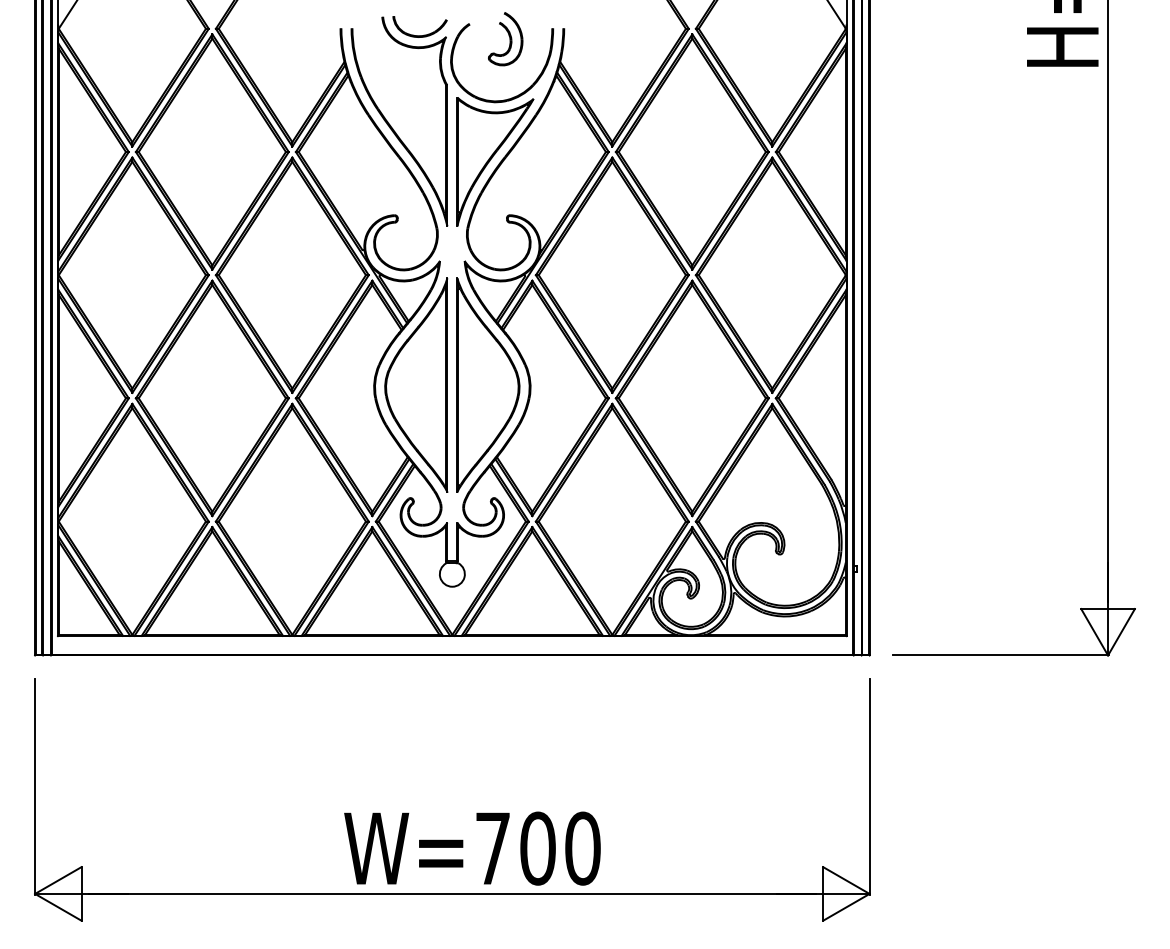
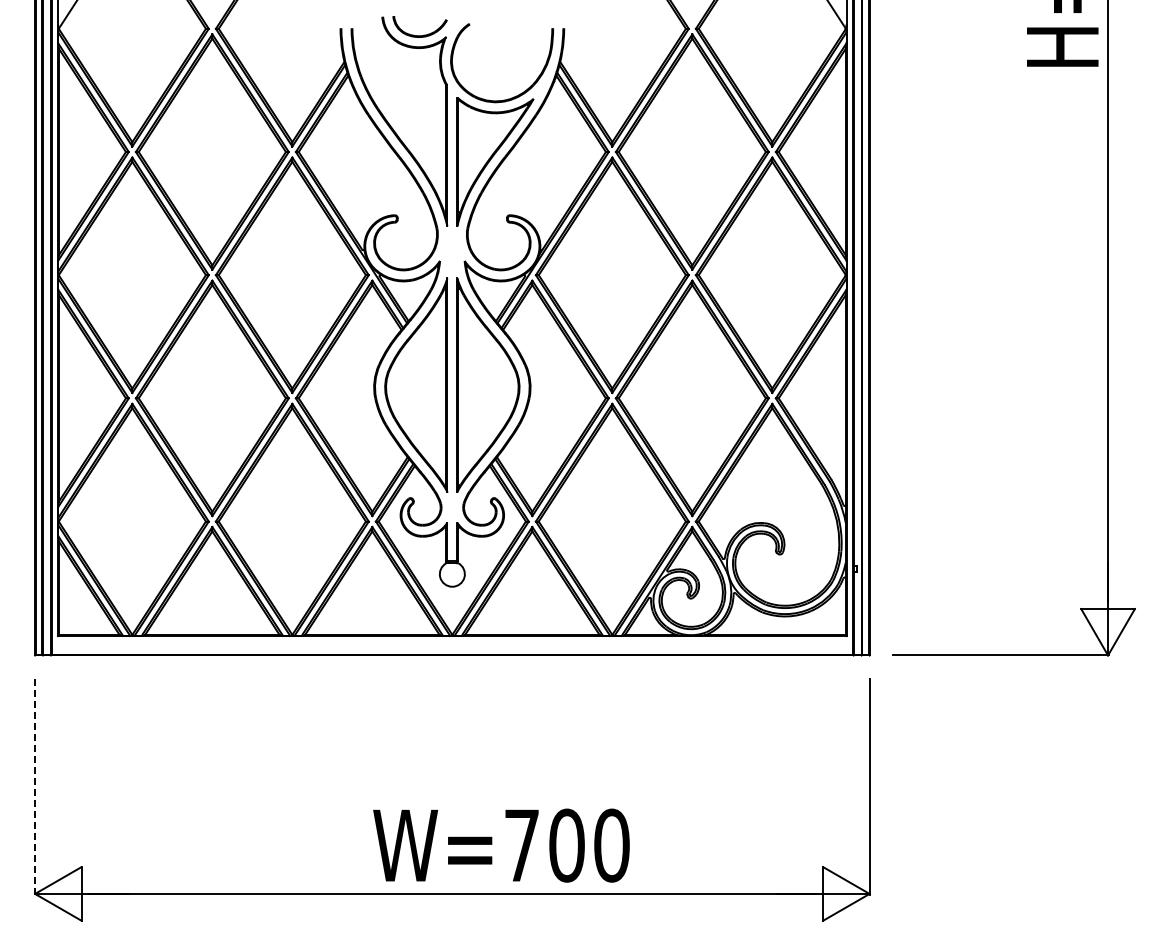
part at (505, 39): present -> none
line at (35, 787): solid -> dashed
text at (472, 848) position: (472, 848) -> (501, 845)
